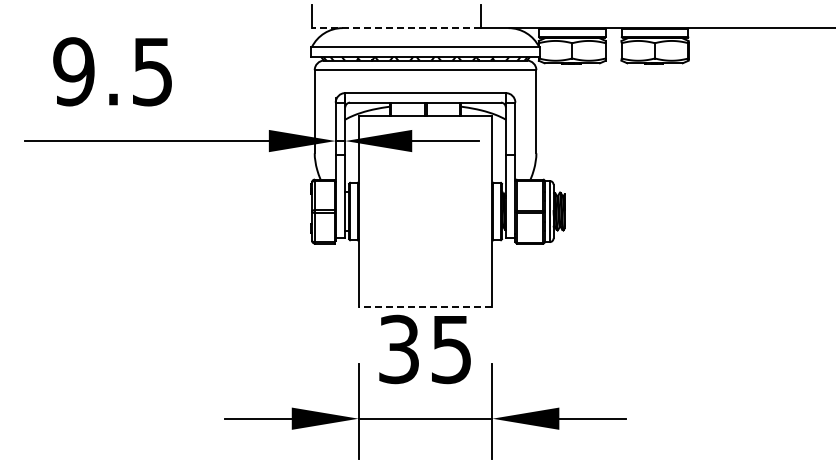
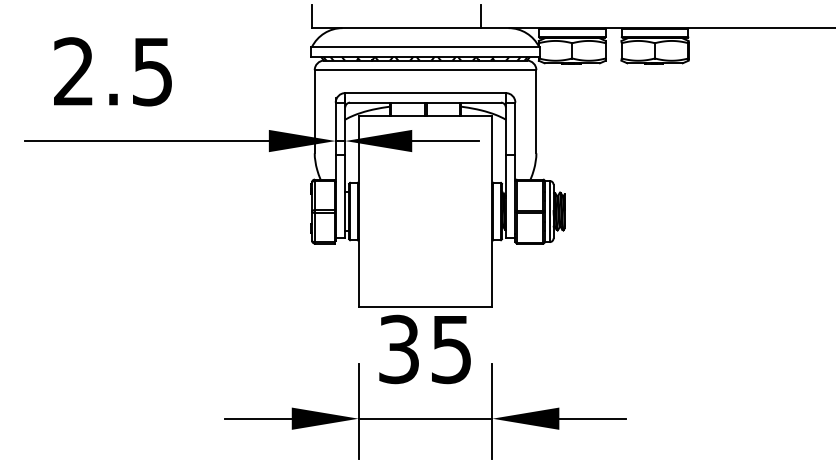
line at (395, 28): dashed -> solid
text at (73, 71): 9.5 -> 2.5
line at (425, 307): dashed -> solid
